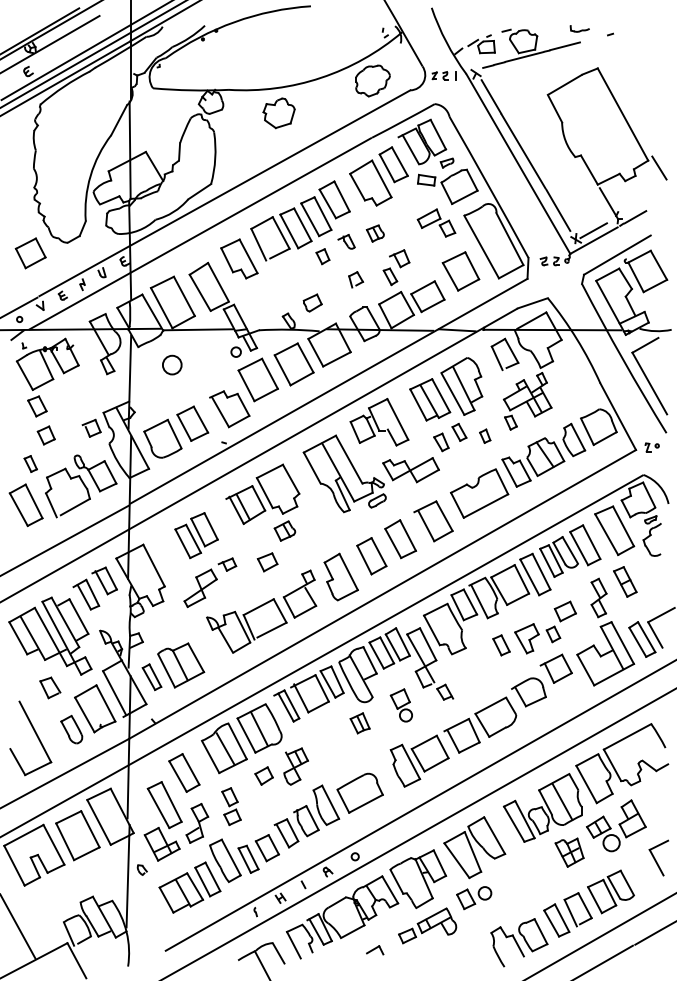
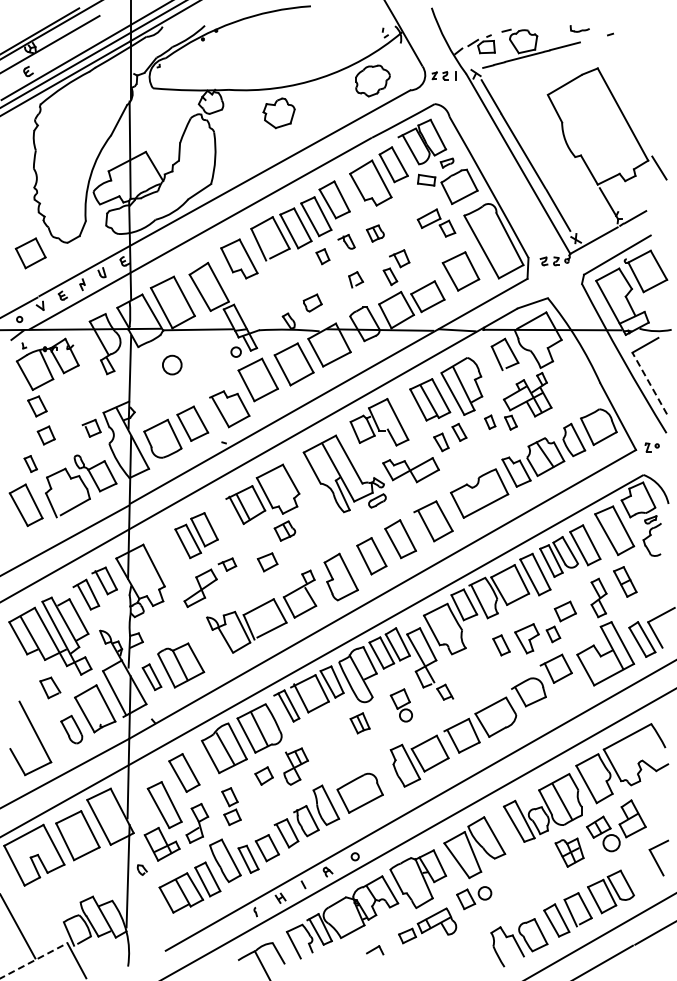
line at (593, 230): present -> none
line at (649, 383): solid -> dashed
part at (485, 435) position: (485, 435) -> (490, 421)
line at (33, 960): solid -> dashed
